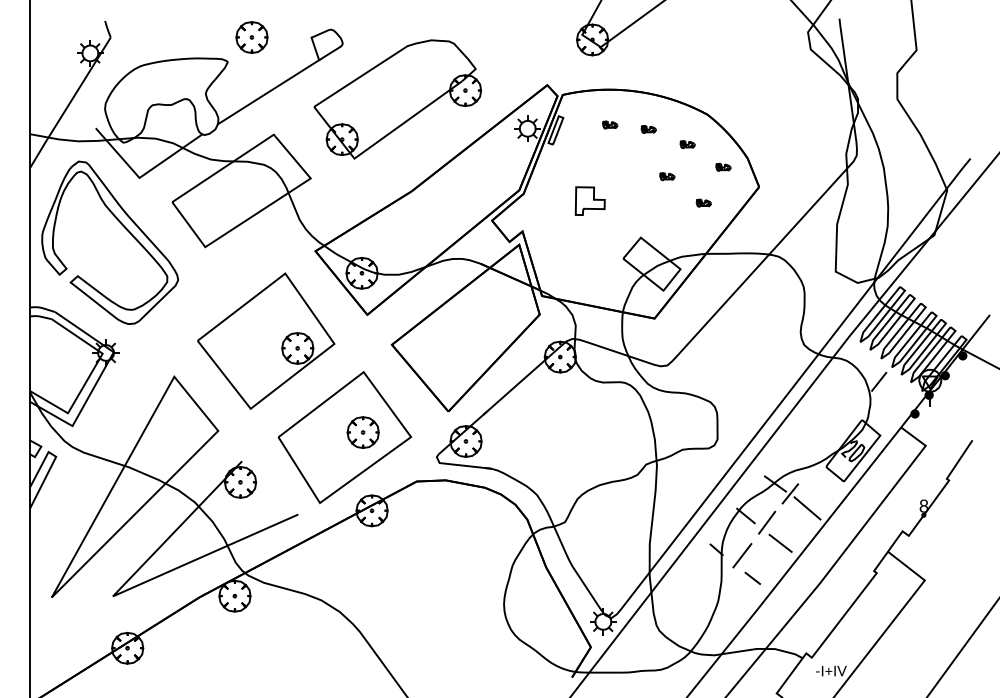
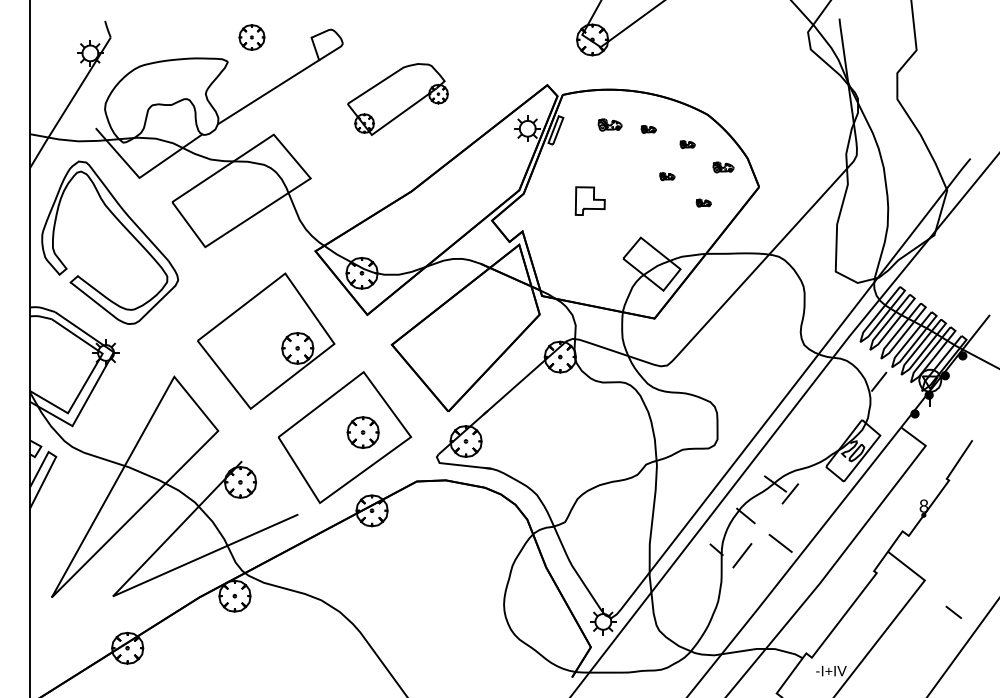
part at (251, 37) size: 34x33 px -> 28x27 px
part at (397, 99) size: 170x121 px -> 102x73 px
part at (610, 124) size: 17x10 px -> 26x14 px
part at (723, 166) size: 17x10 px -> 23x13 px
line at (807, 508): present -> none
line at (767, 522): present -> none
line at (752, 577) position: (752, 577) -> (953, 611)
